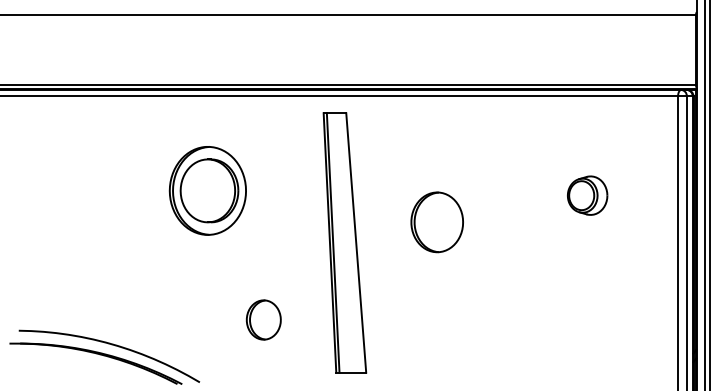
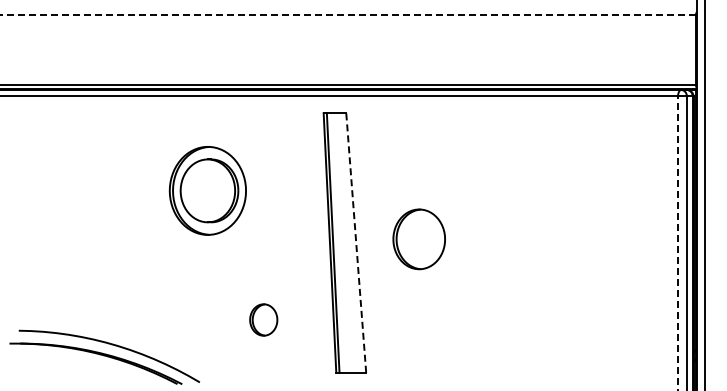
line at (347, 15): solid -> dashed
line at (710, 194): present -> none
part at (587, 195): present -> none
part at (436, 222) position: (436, 222) -> (418, 239)
line at (356, 242): solid -> dashed
line at (678, 243): solid -> dashed
part at (263, 319) size: 37x42 px -> 30x34 px
